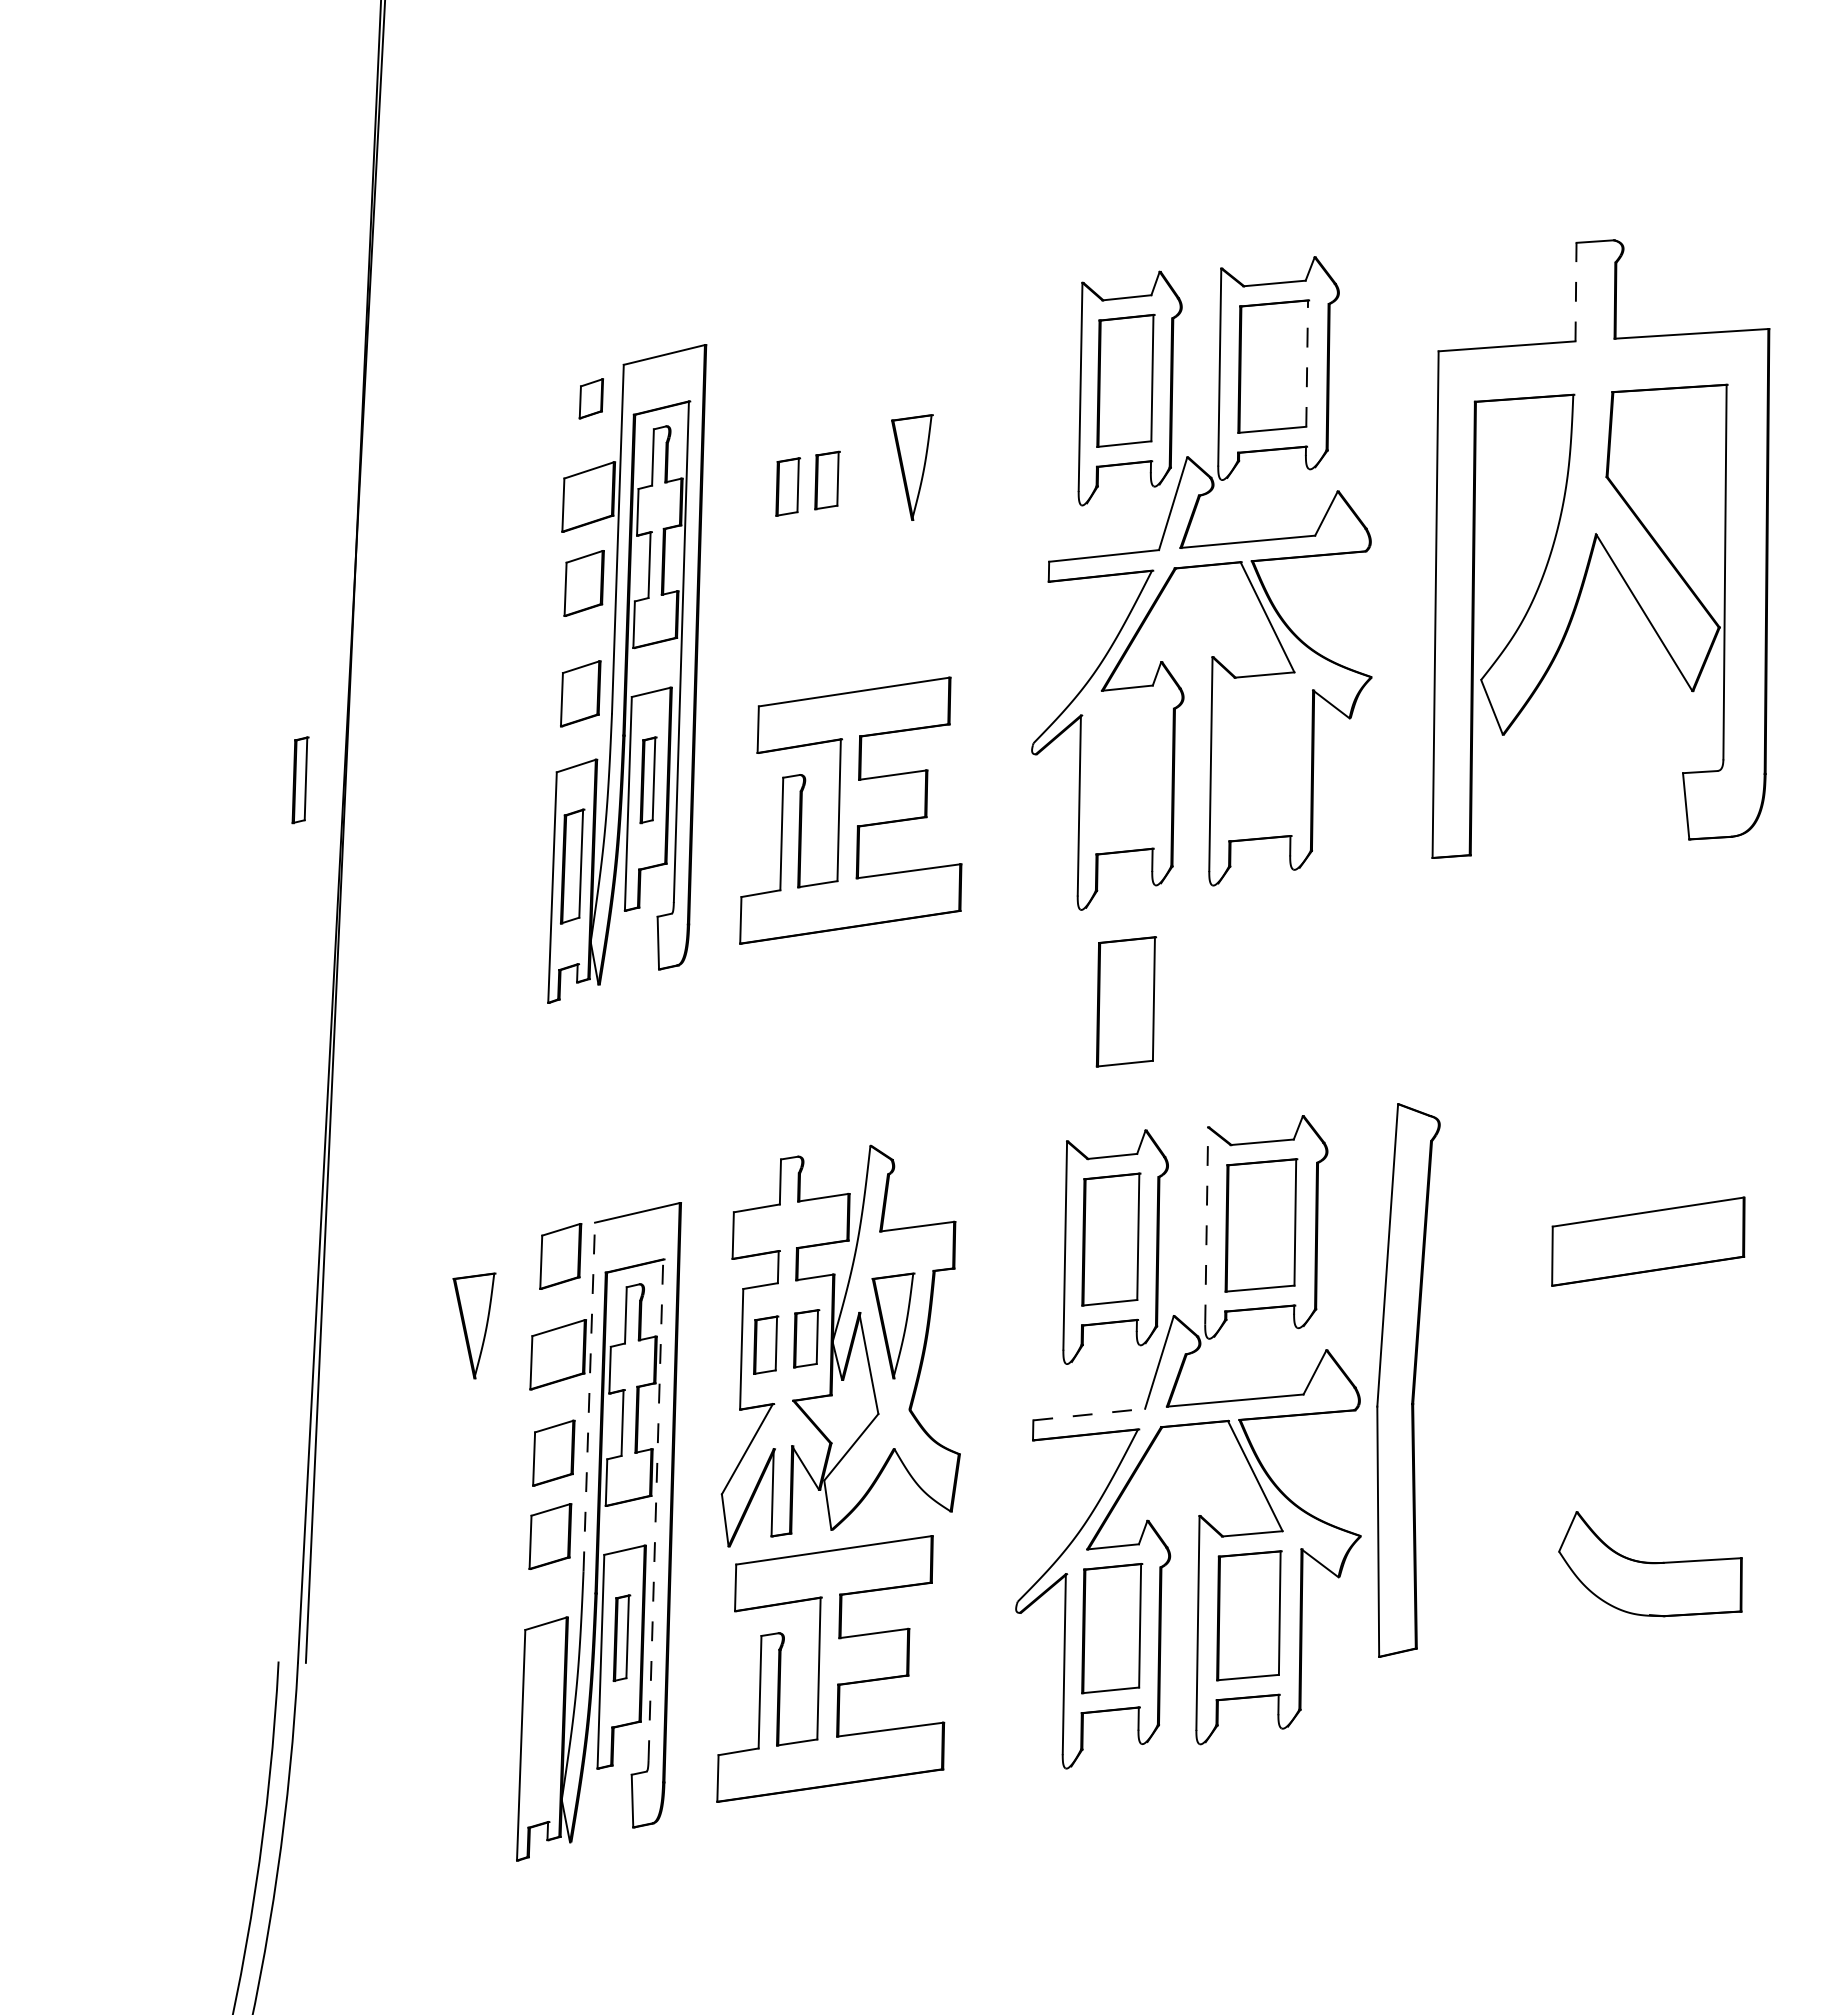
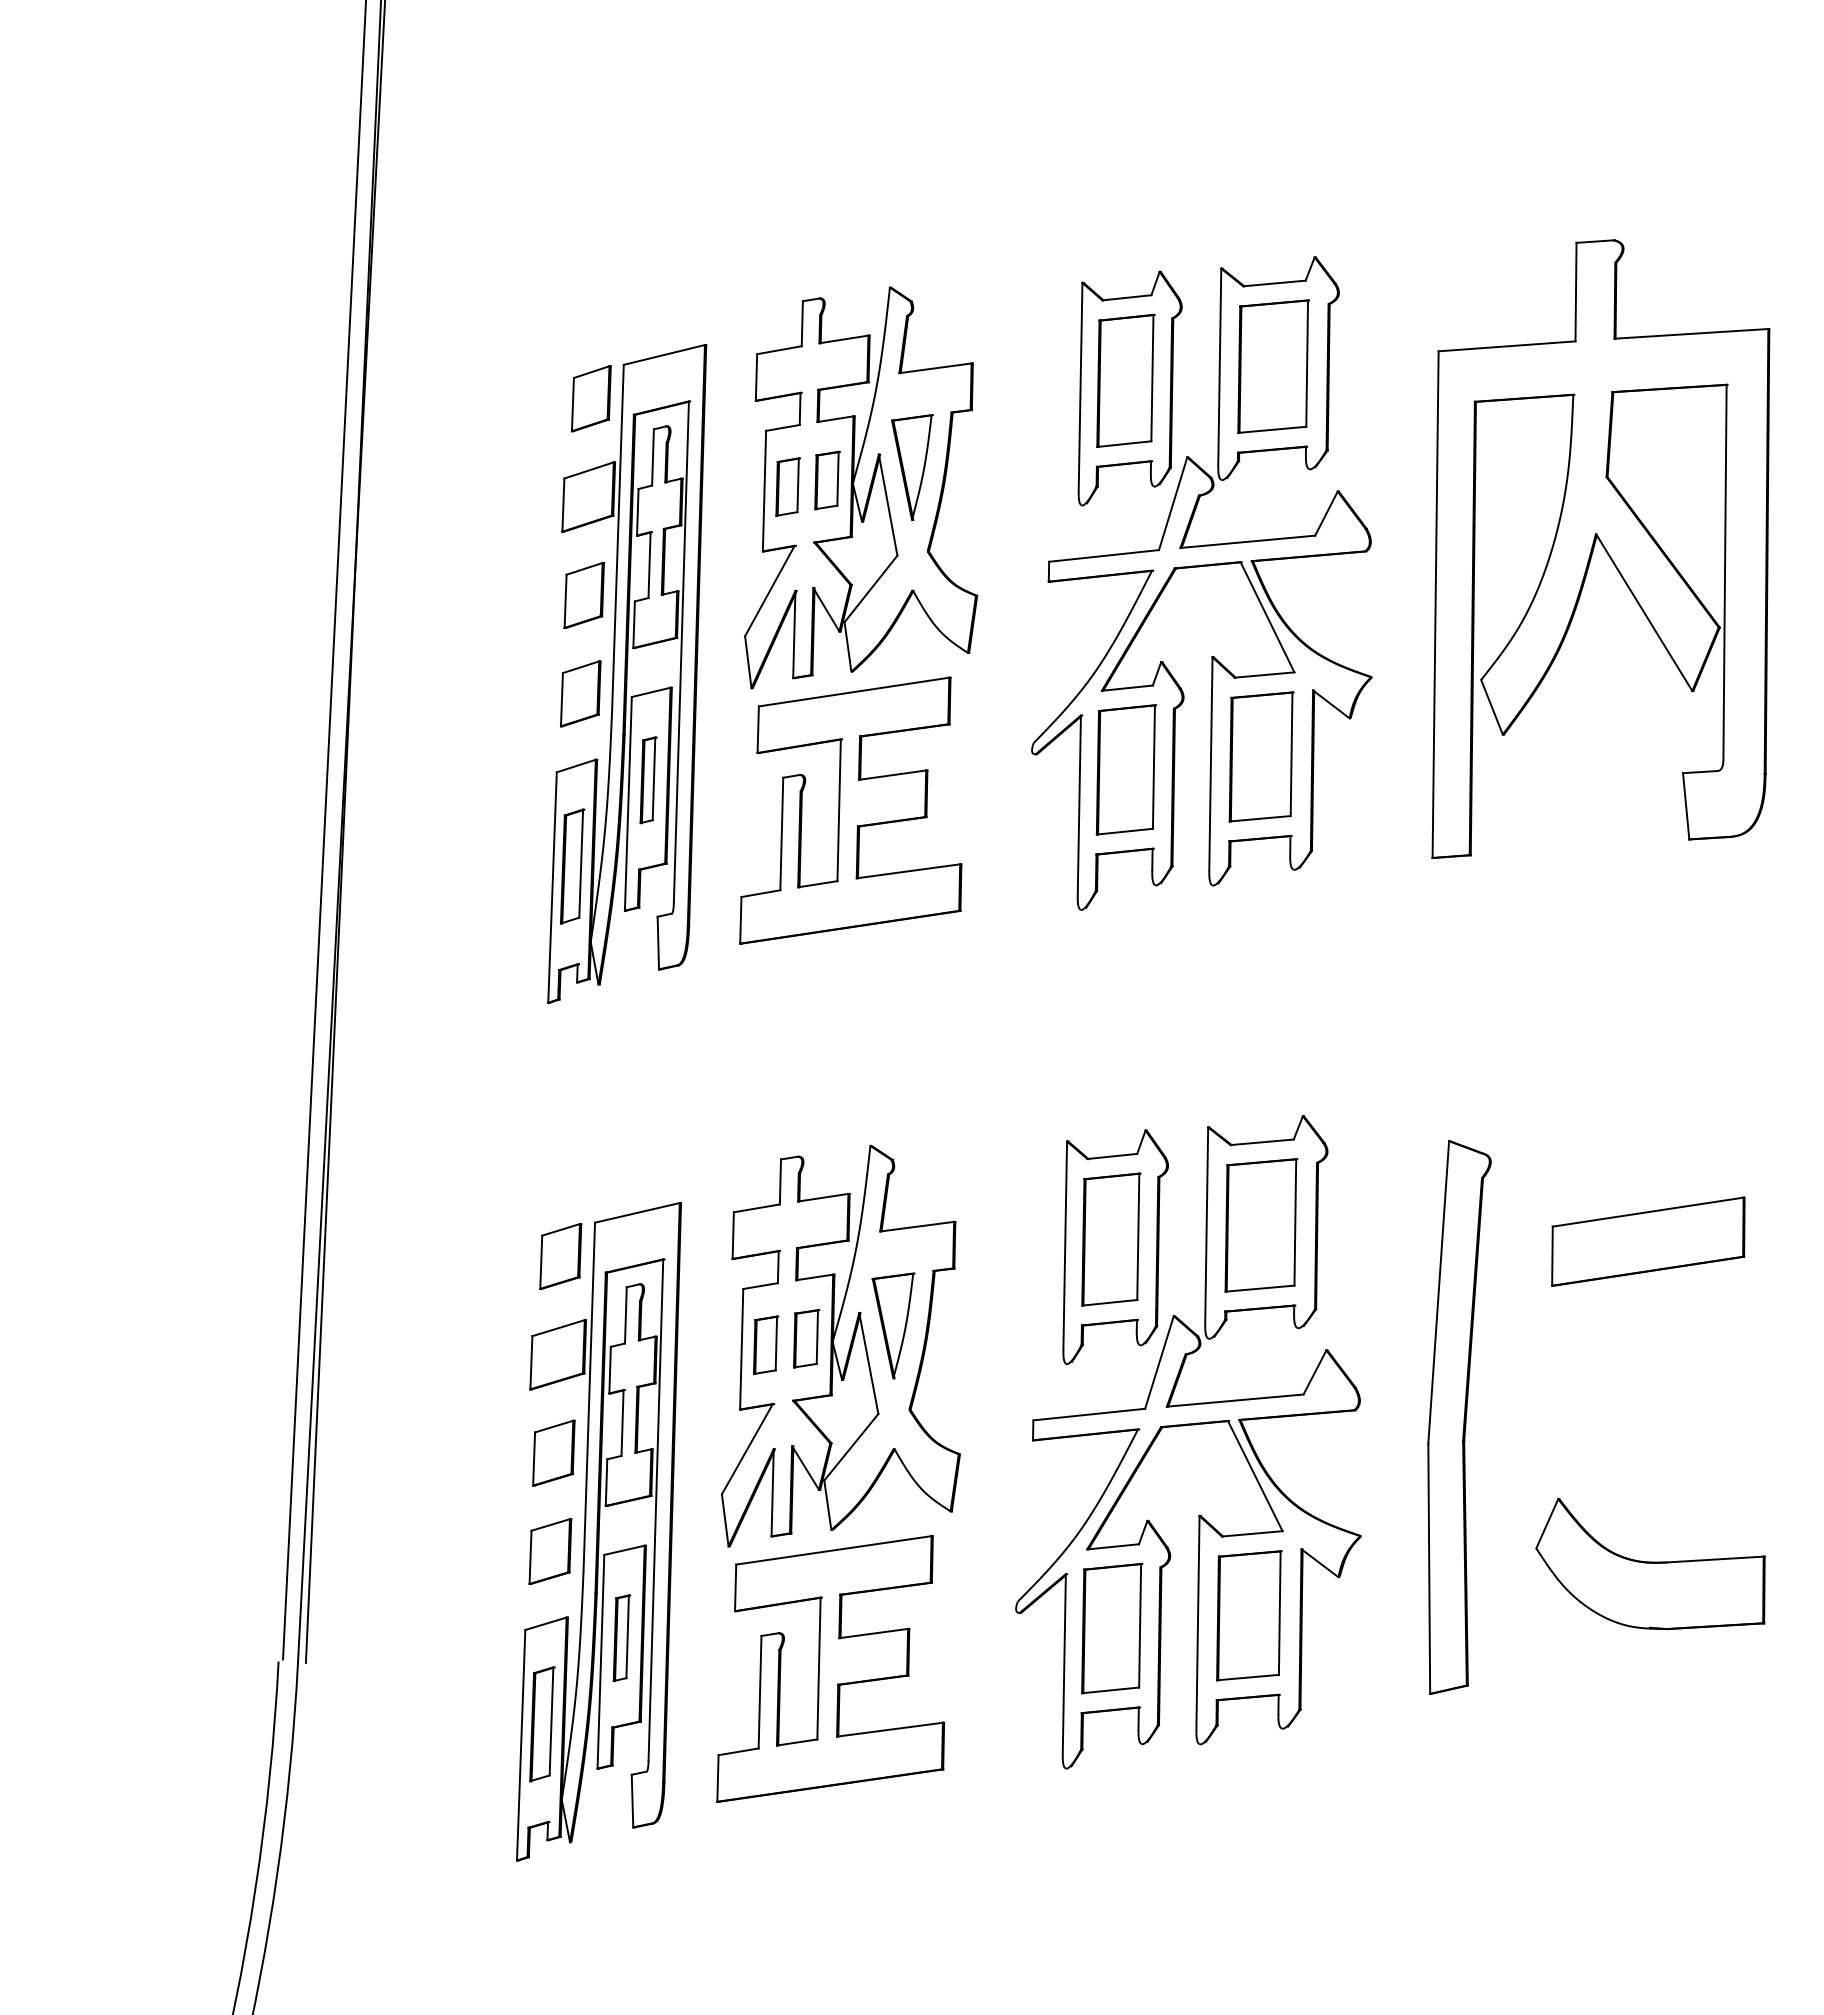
line at (1576, 291): dashed -> solid
line at (1307, 363): dashed -> solid
part at (590, 398) size: 26x42 px -> 41x68 px
part at (861, 487): none -> present
part at (583, 583) position: (583, 583) -> (583, 595)
part at (1261, 756): none -> present
part at (300, 780): present -> none
line at (324, 830): none -> present
part at (1125, 1001) position: (1125, 1001) -> (1125, 769)
line at (1206, 1225): dashed -> solid
part at (474, 1325): present -> none
part at (1408, 1380) position: (1408, 1380) -> (1459, 1417)
line at (589, 1396): dashed -> solid
line at (1089, 1414): dashed -> solid
line at (655, 1509): dashed -> solid
part at (550, 1536) position: (550, 1536) -> (550, 1551)
part at (1650, 1564) size: 185x107 px -> 231x133 px
part at (542, 1724): none -> present
